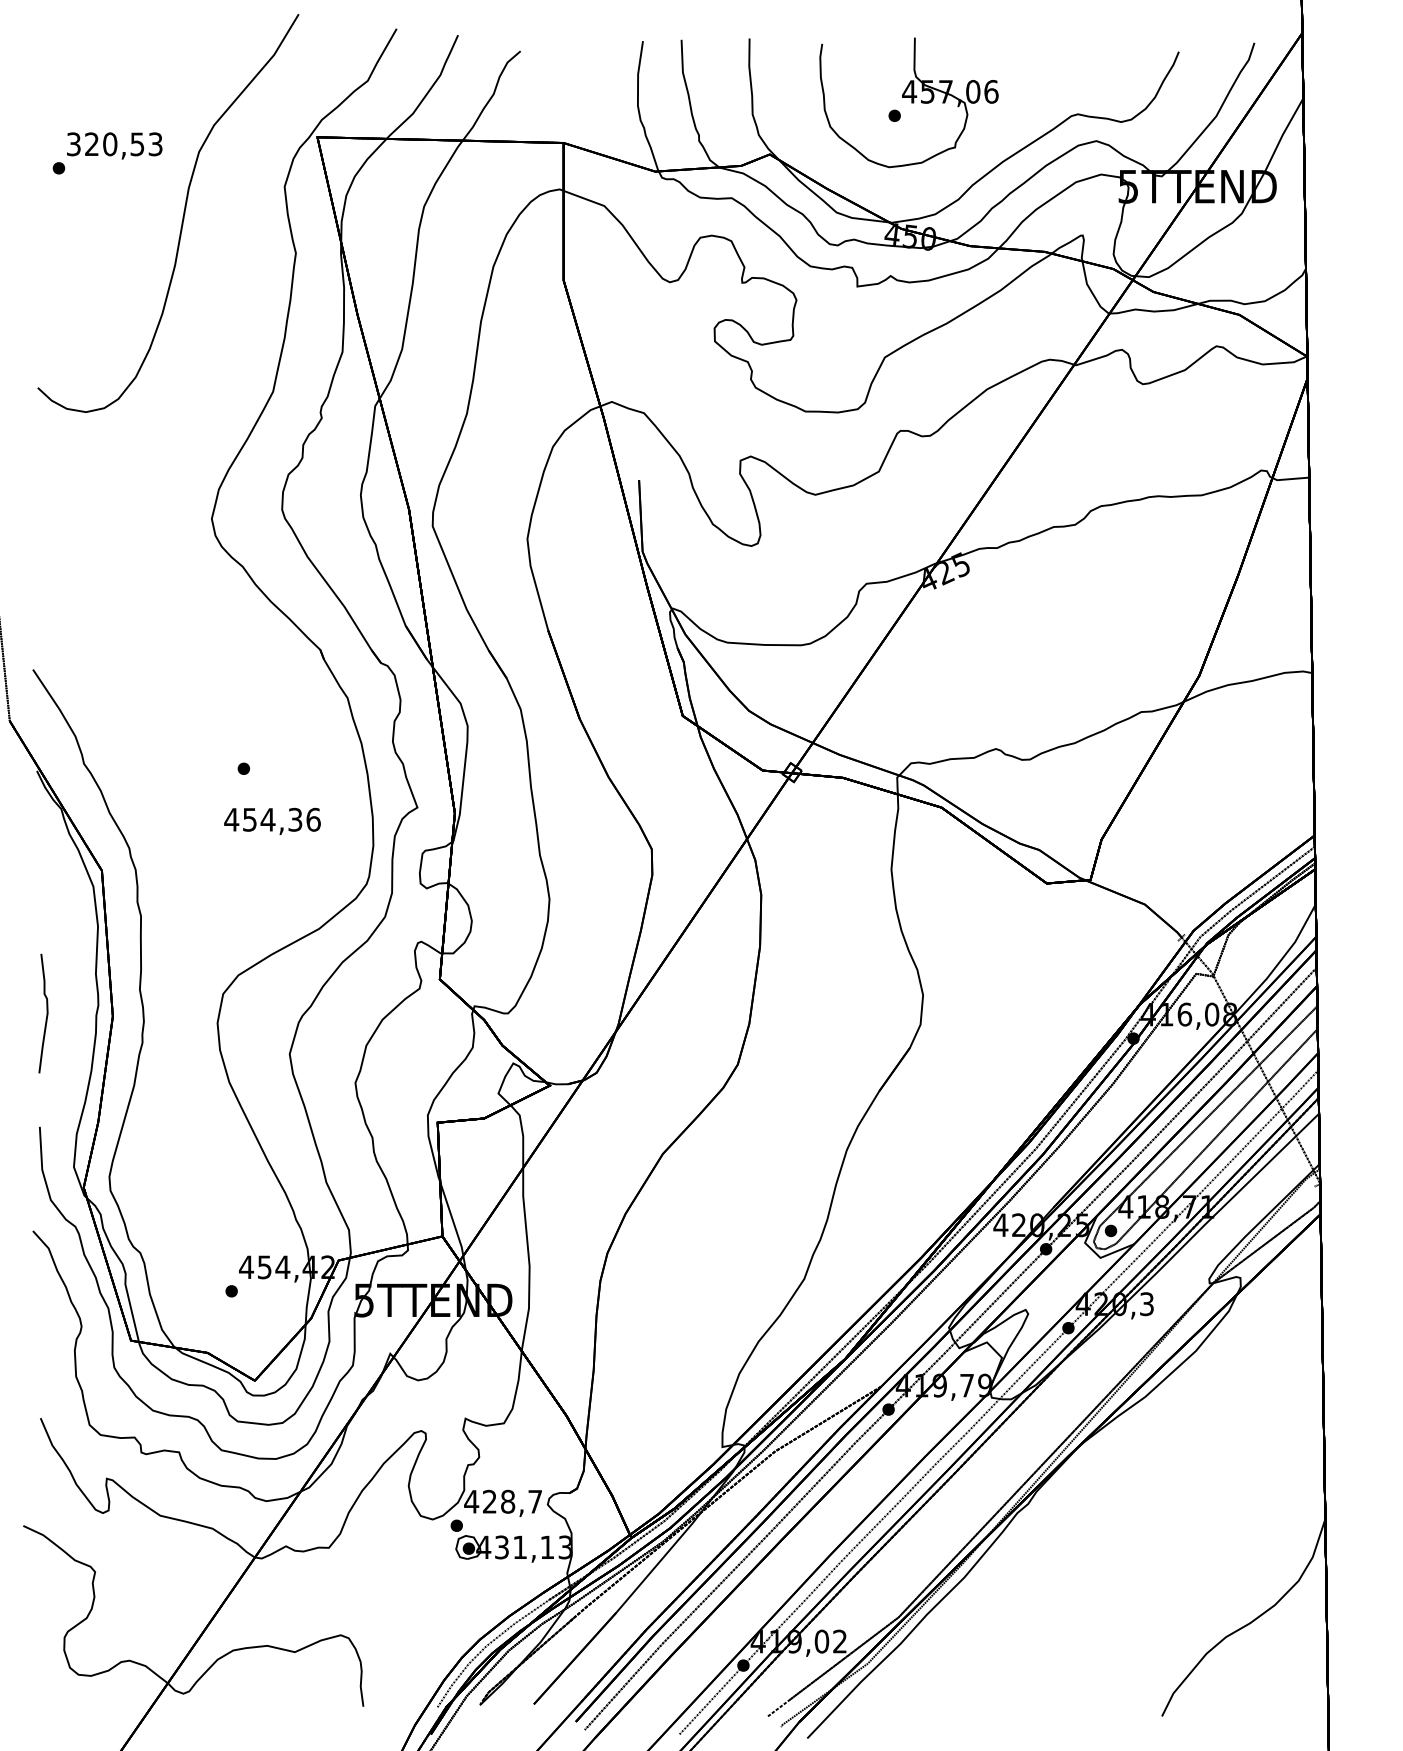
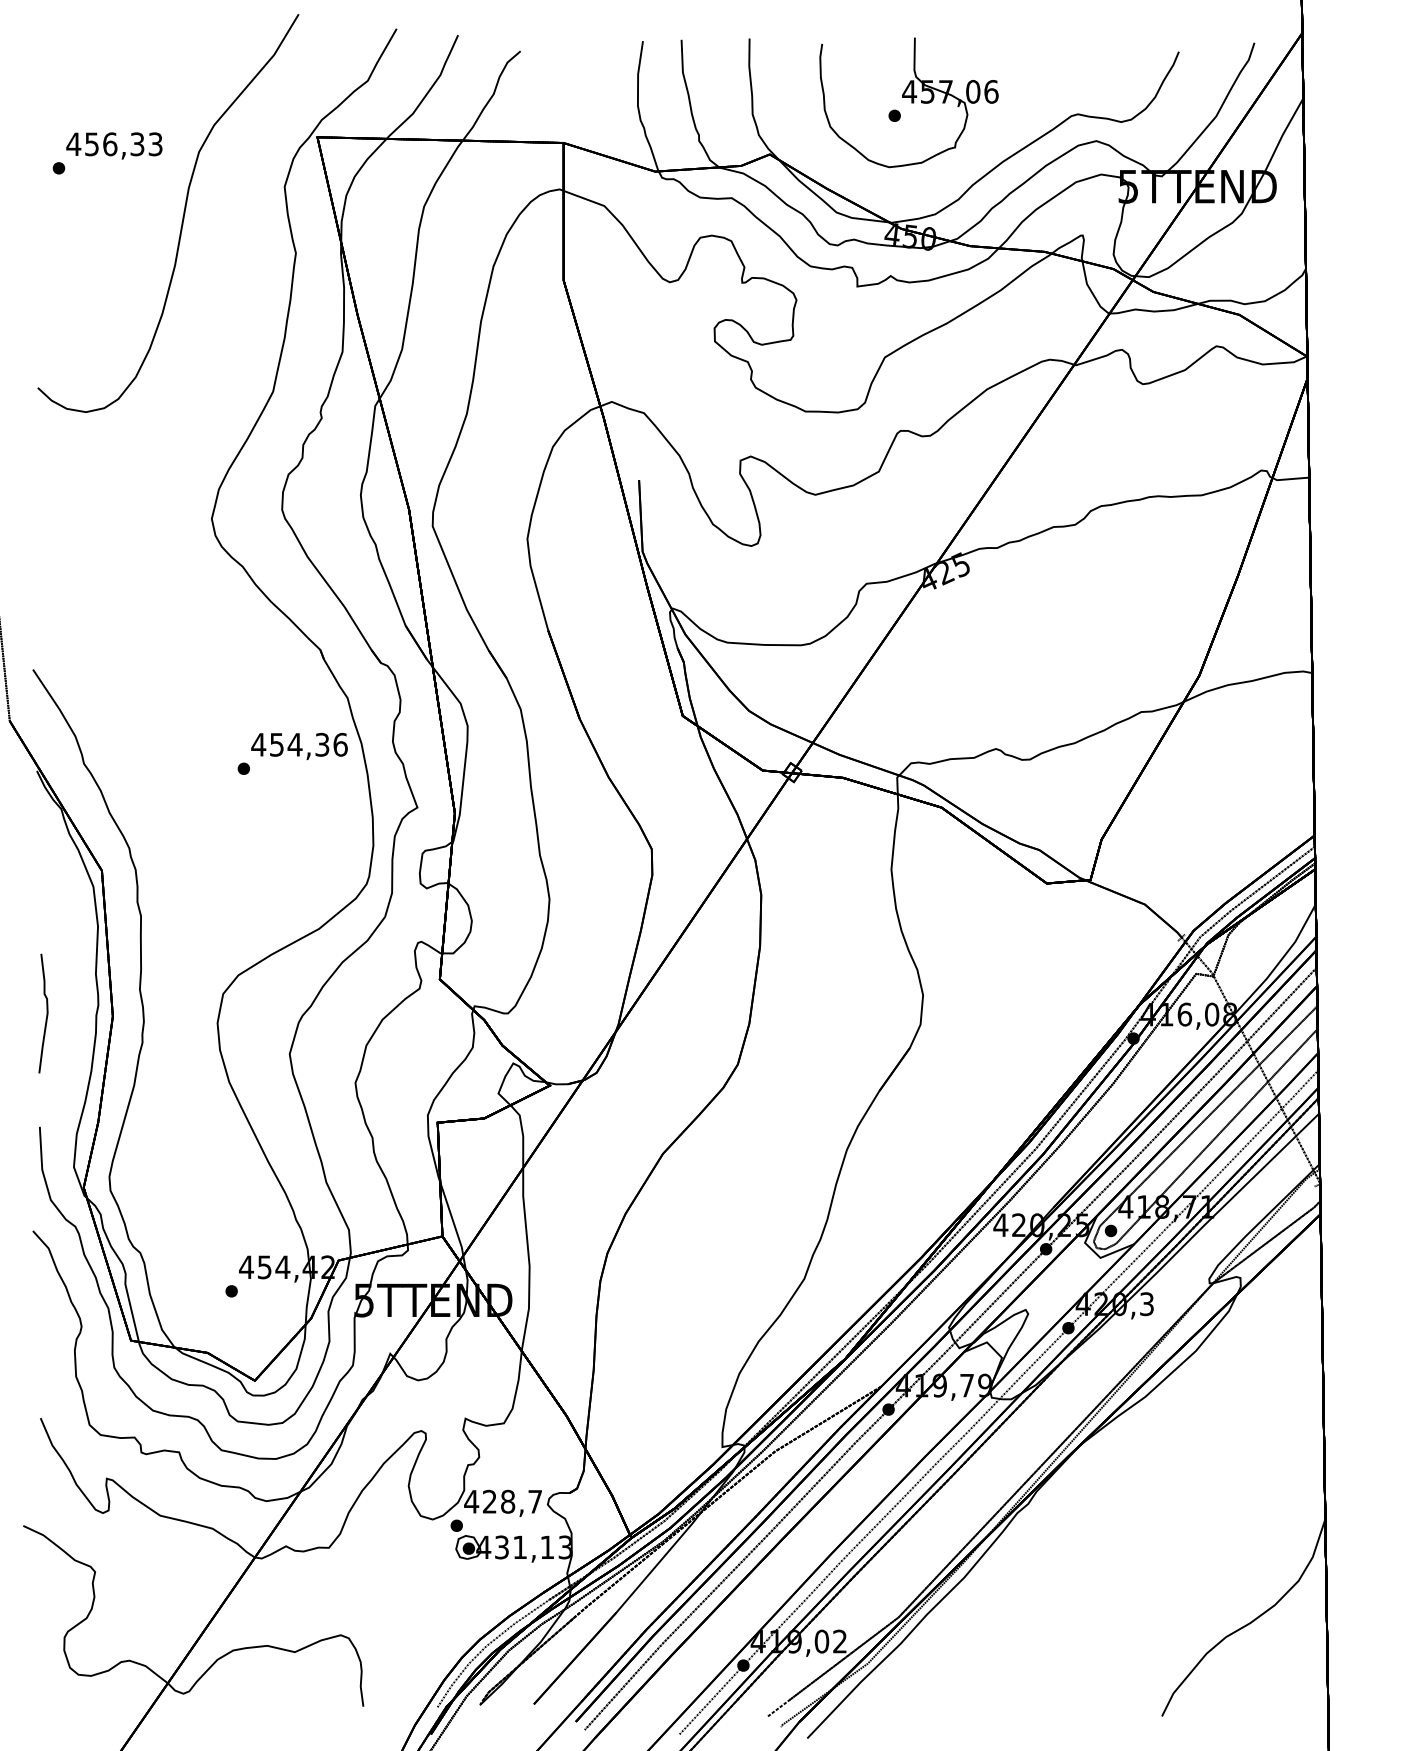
text at (105, 144): 320,53 -> 456,33
text at (272, 820) position: (272, 820) -> (299, 745)
